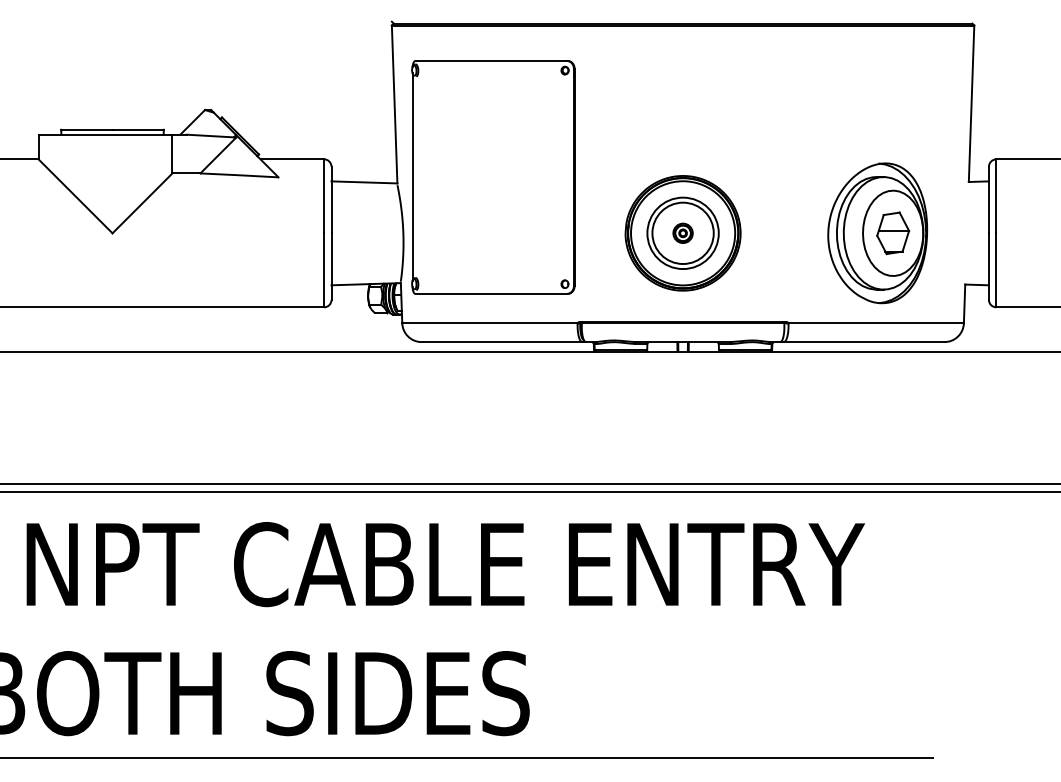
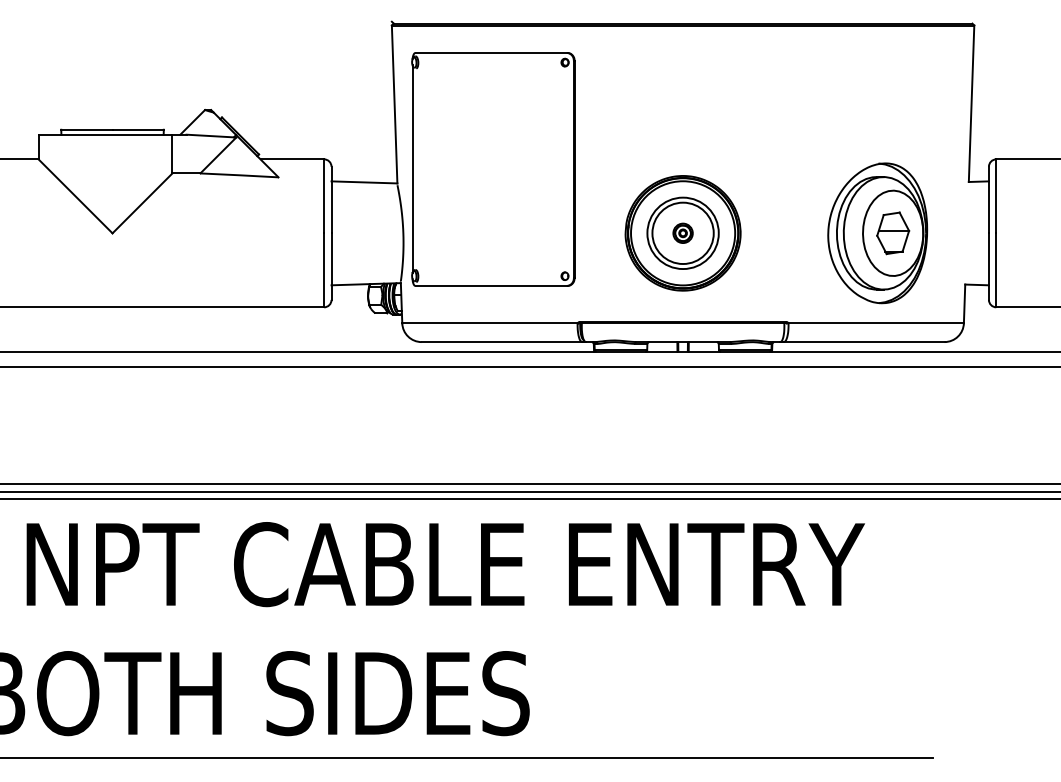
part at (493, 177) position: (493, 177) -> (493, 169)
line at (529, 367): none -> present
line at (529, 499): none -> present
